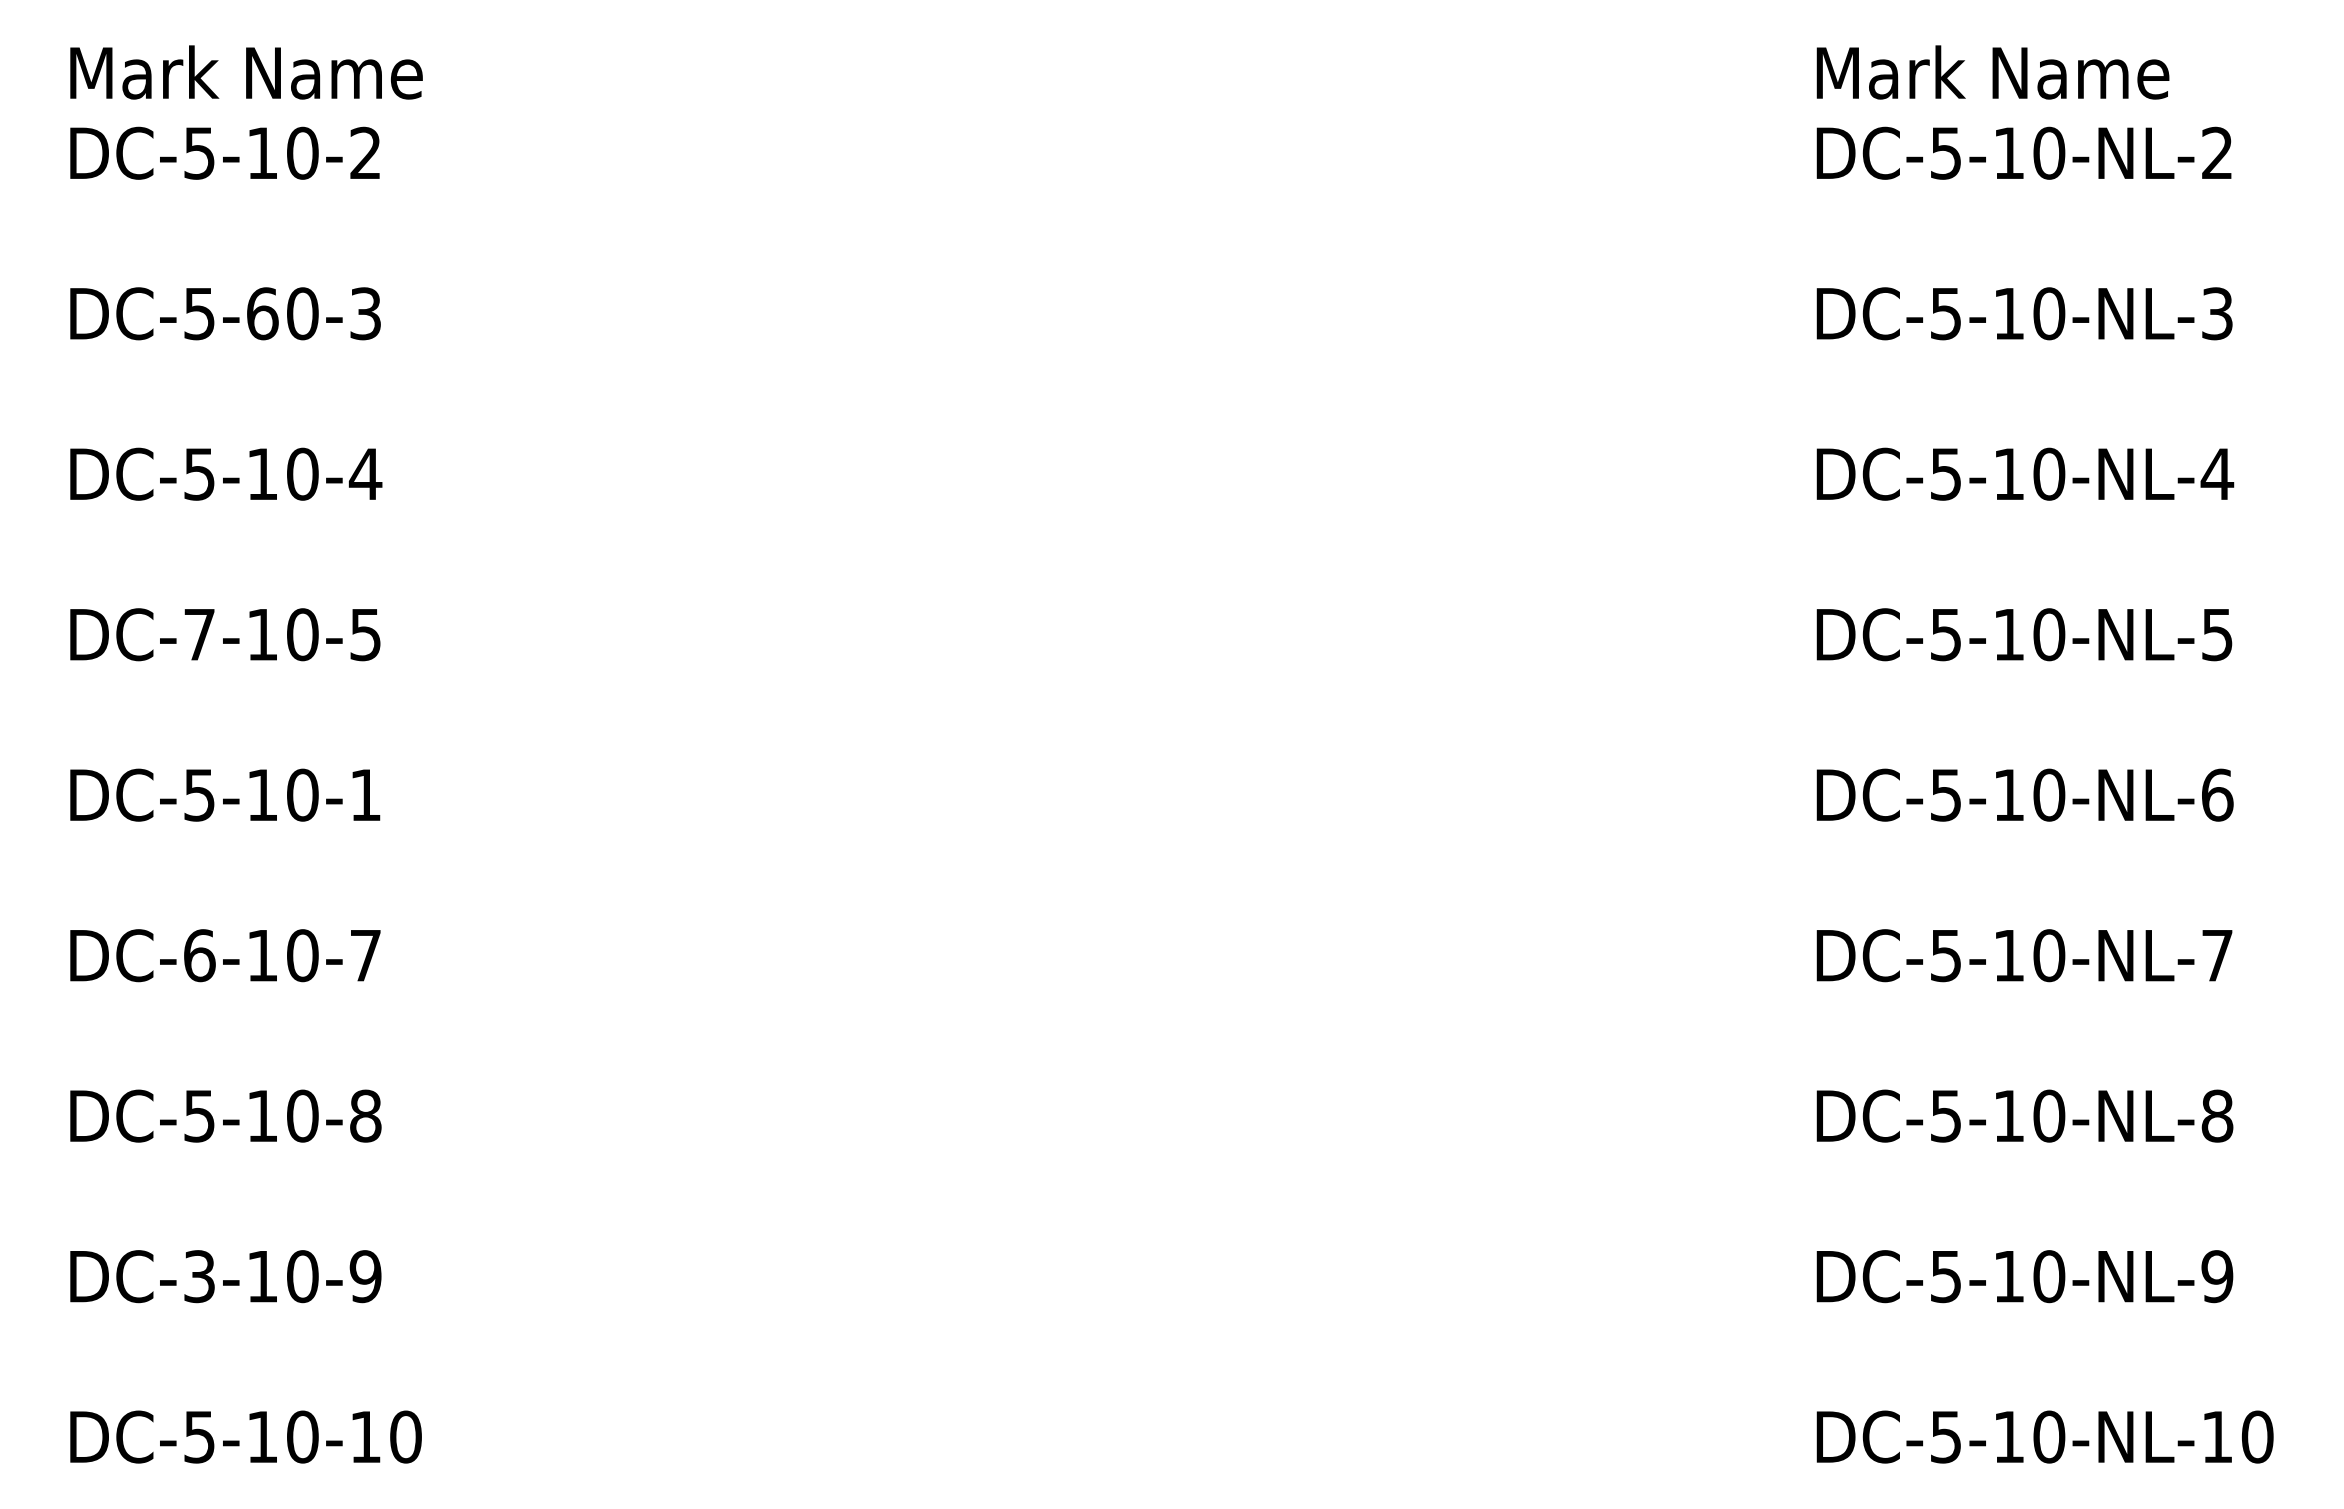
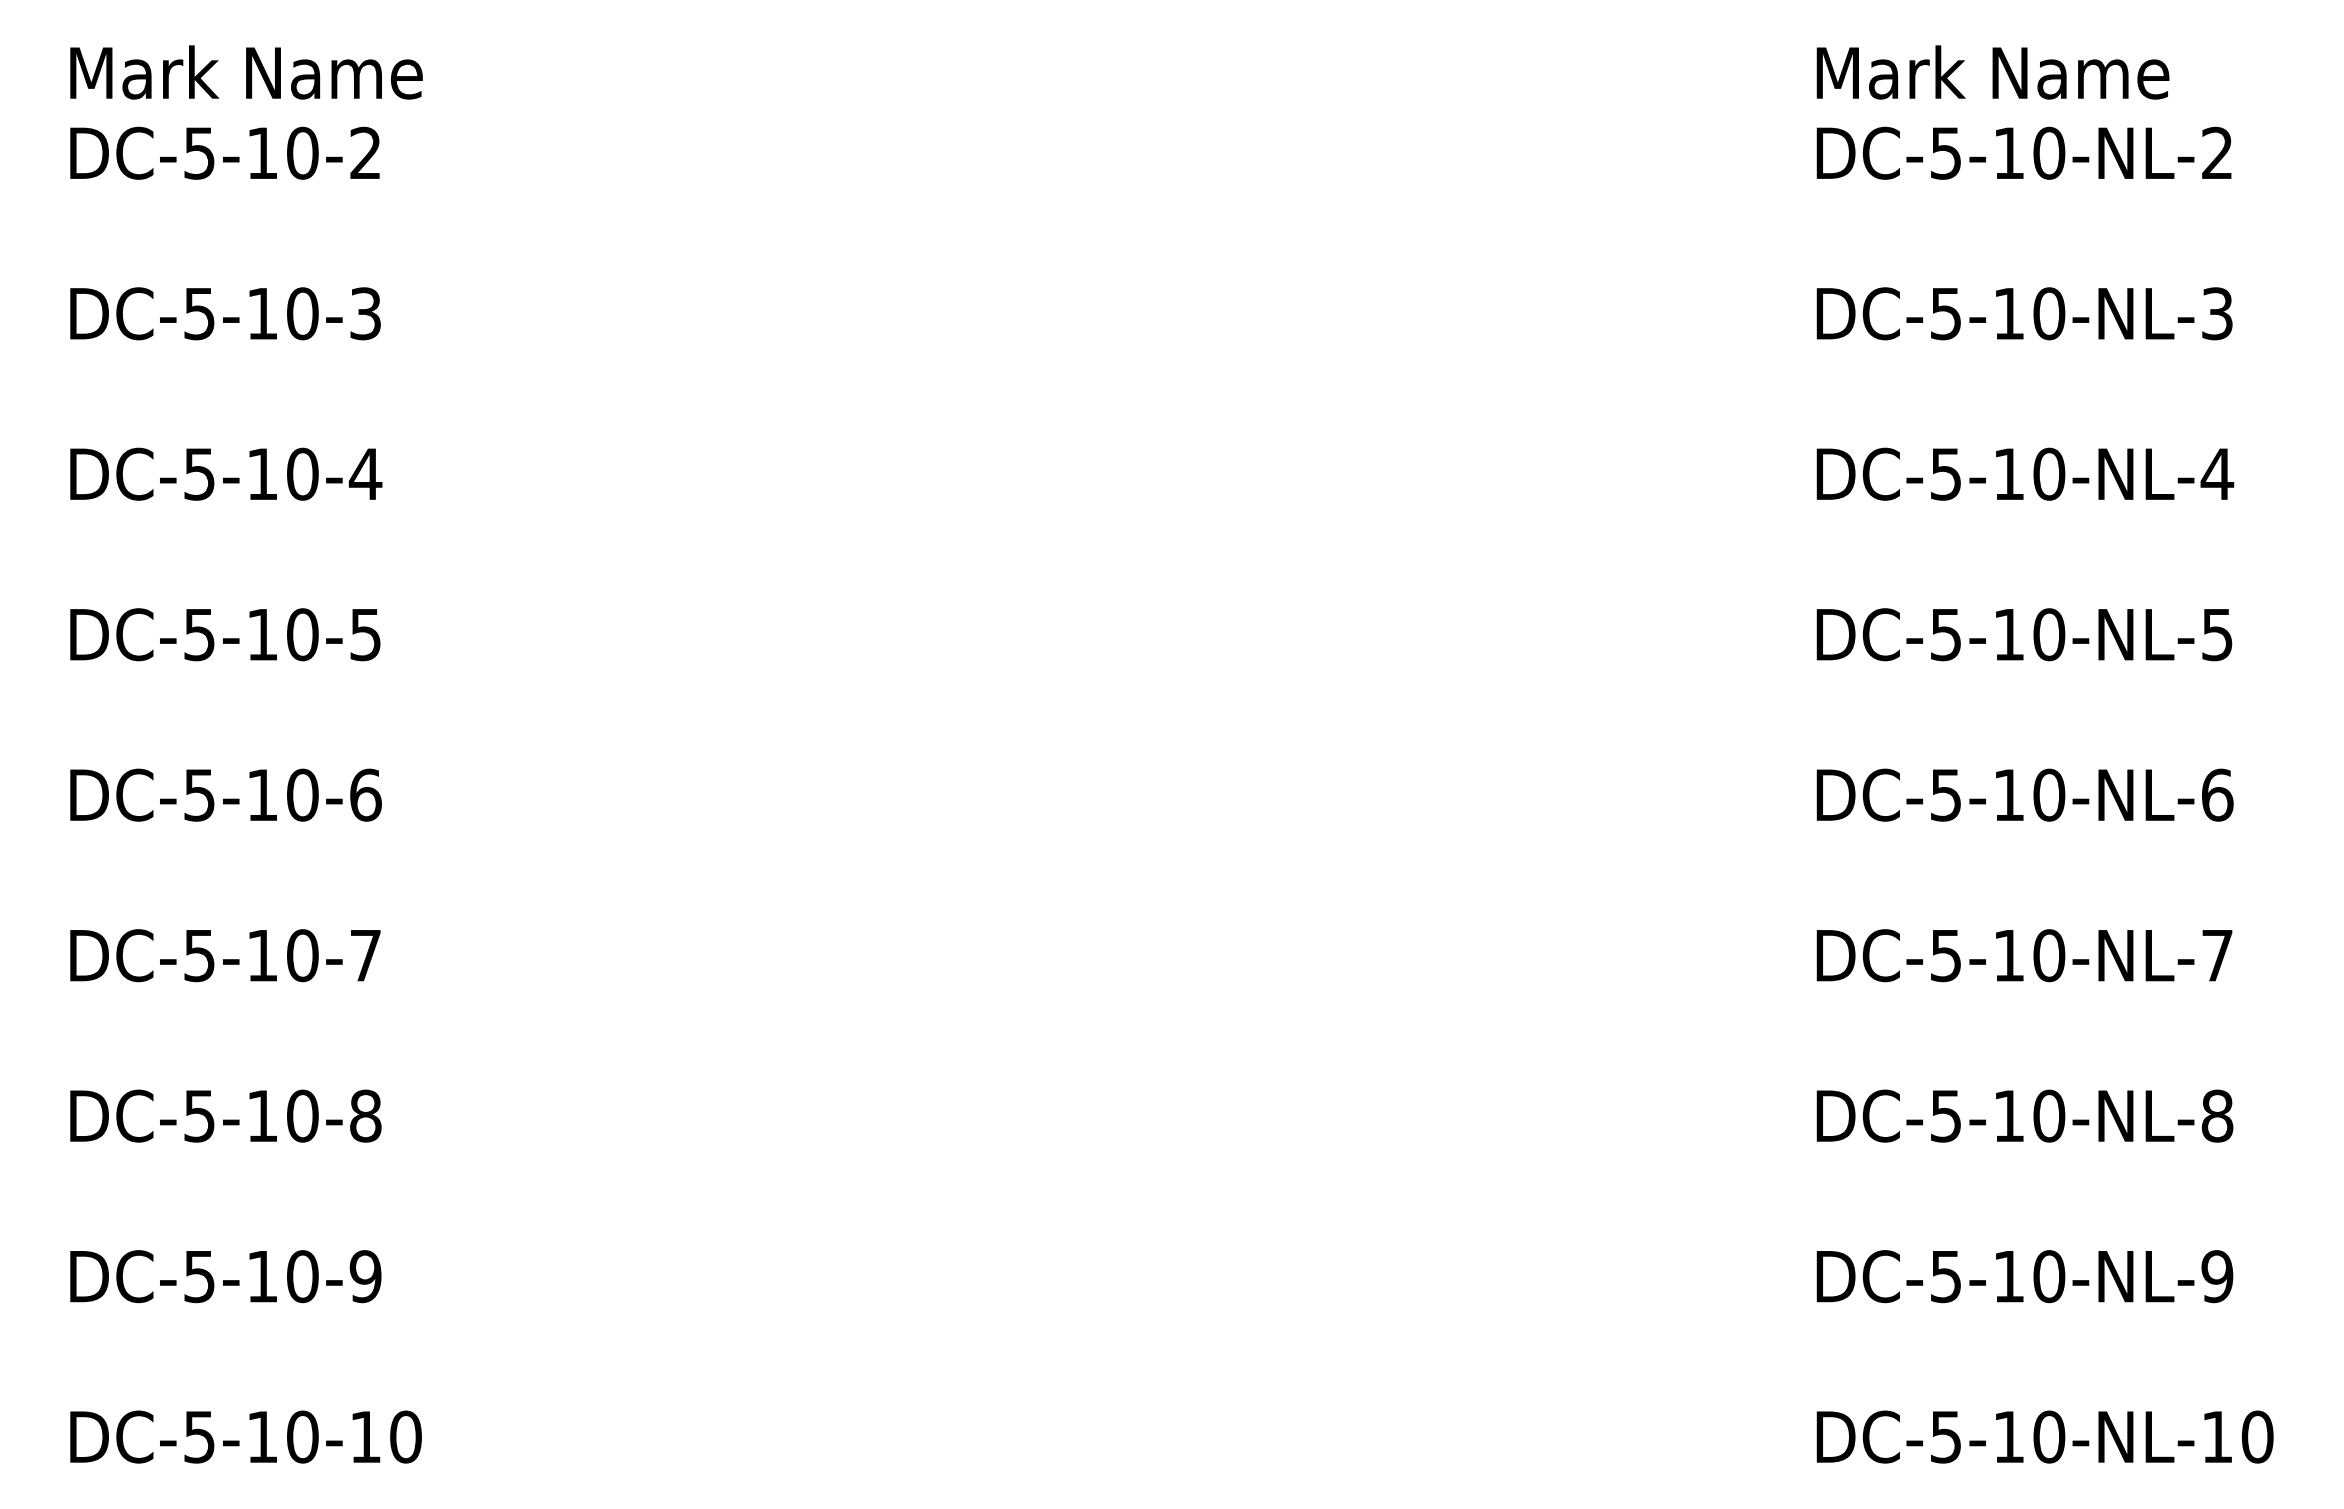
text at (262, 313): DC-5-60-3 -> DC-5-10-3
text at (199, 635): DC-7-10-5 -> DC-5-10-5
text at (365, 794): DC-5-10-1 -> DC-5-10-6
text at (199, 955): DC-6-10-7 -> DC-5-10-7
text at (199, 1276): DC-3-10-9 -> DC-5-10-9
